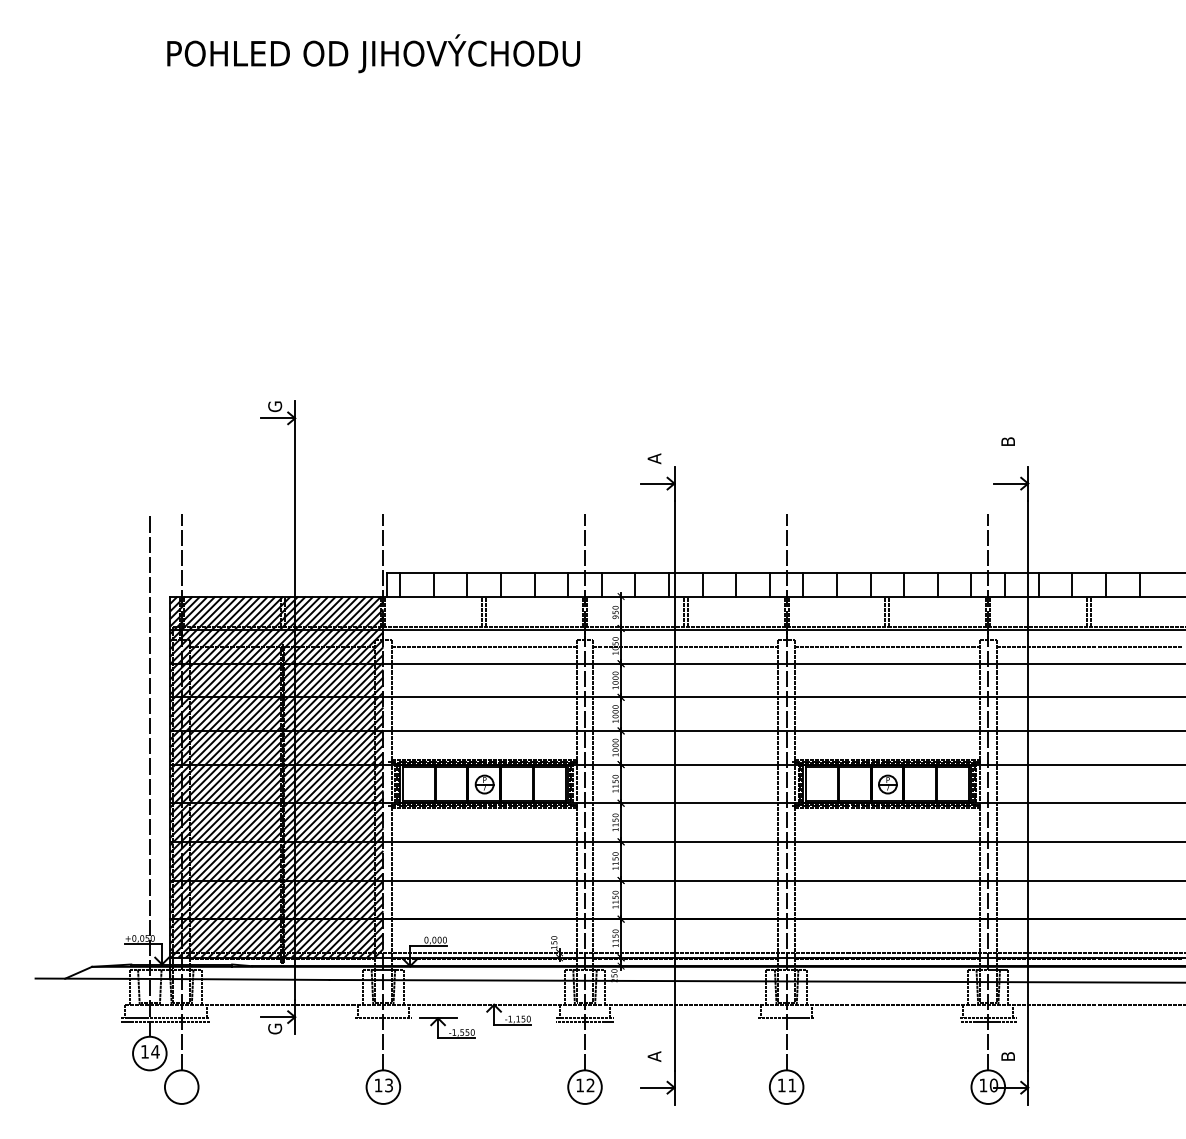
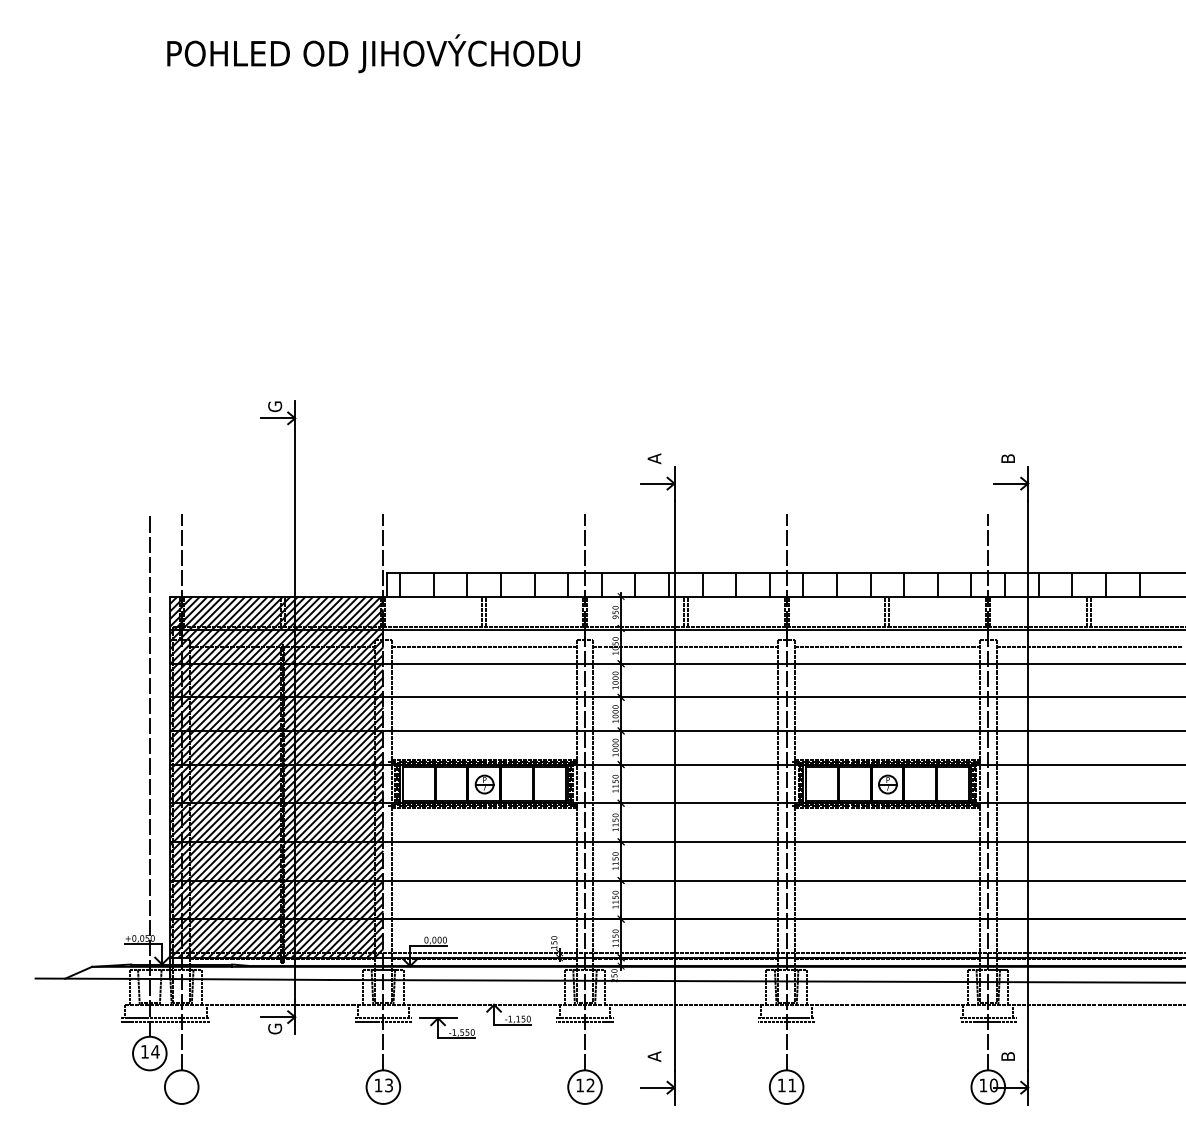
text at (1007, 441) position: (1007, 441) -> (1007, 458)
line at (382, 1021): none -> present
line at (786, 1021): none -> present
